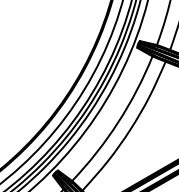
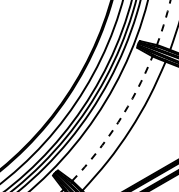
arc at (164, 22): solid -> dashed
arc at (118, 122): solid -> dashed
